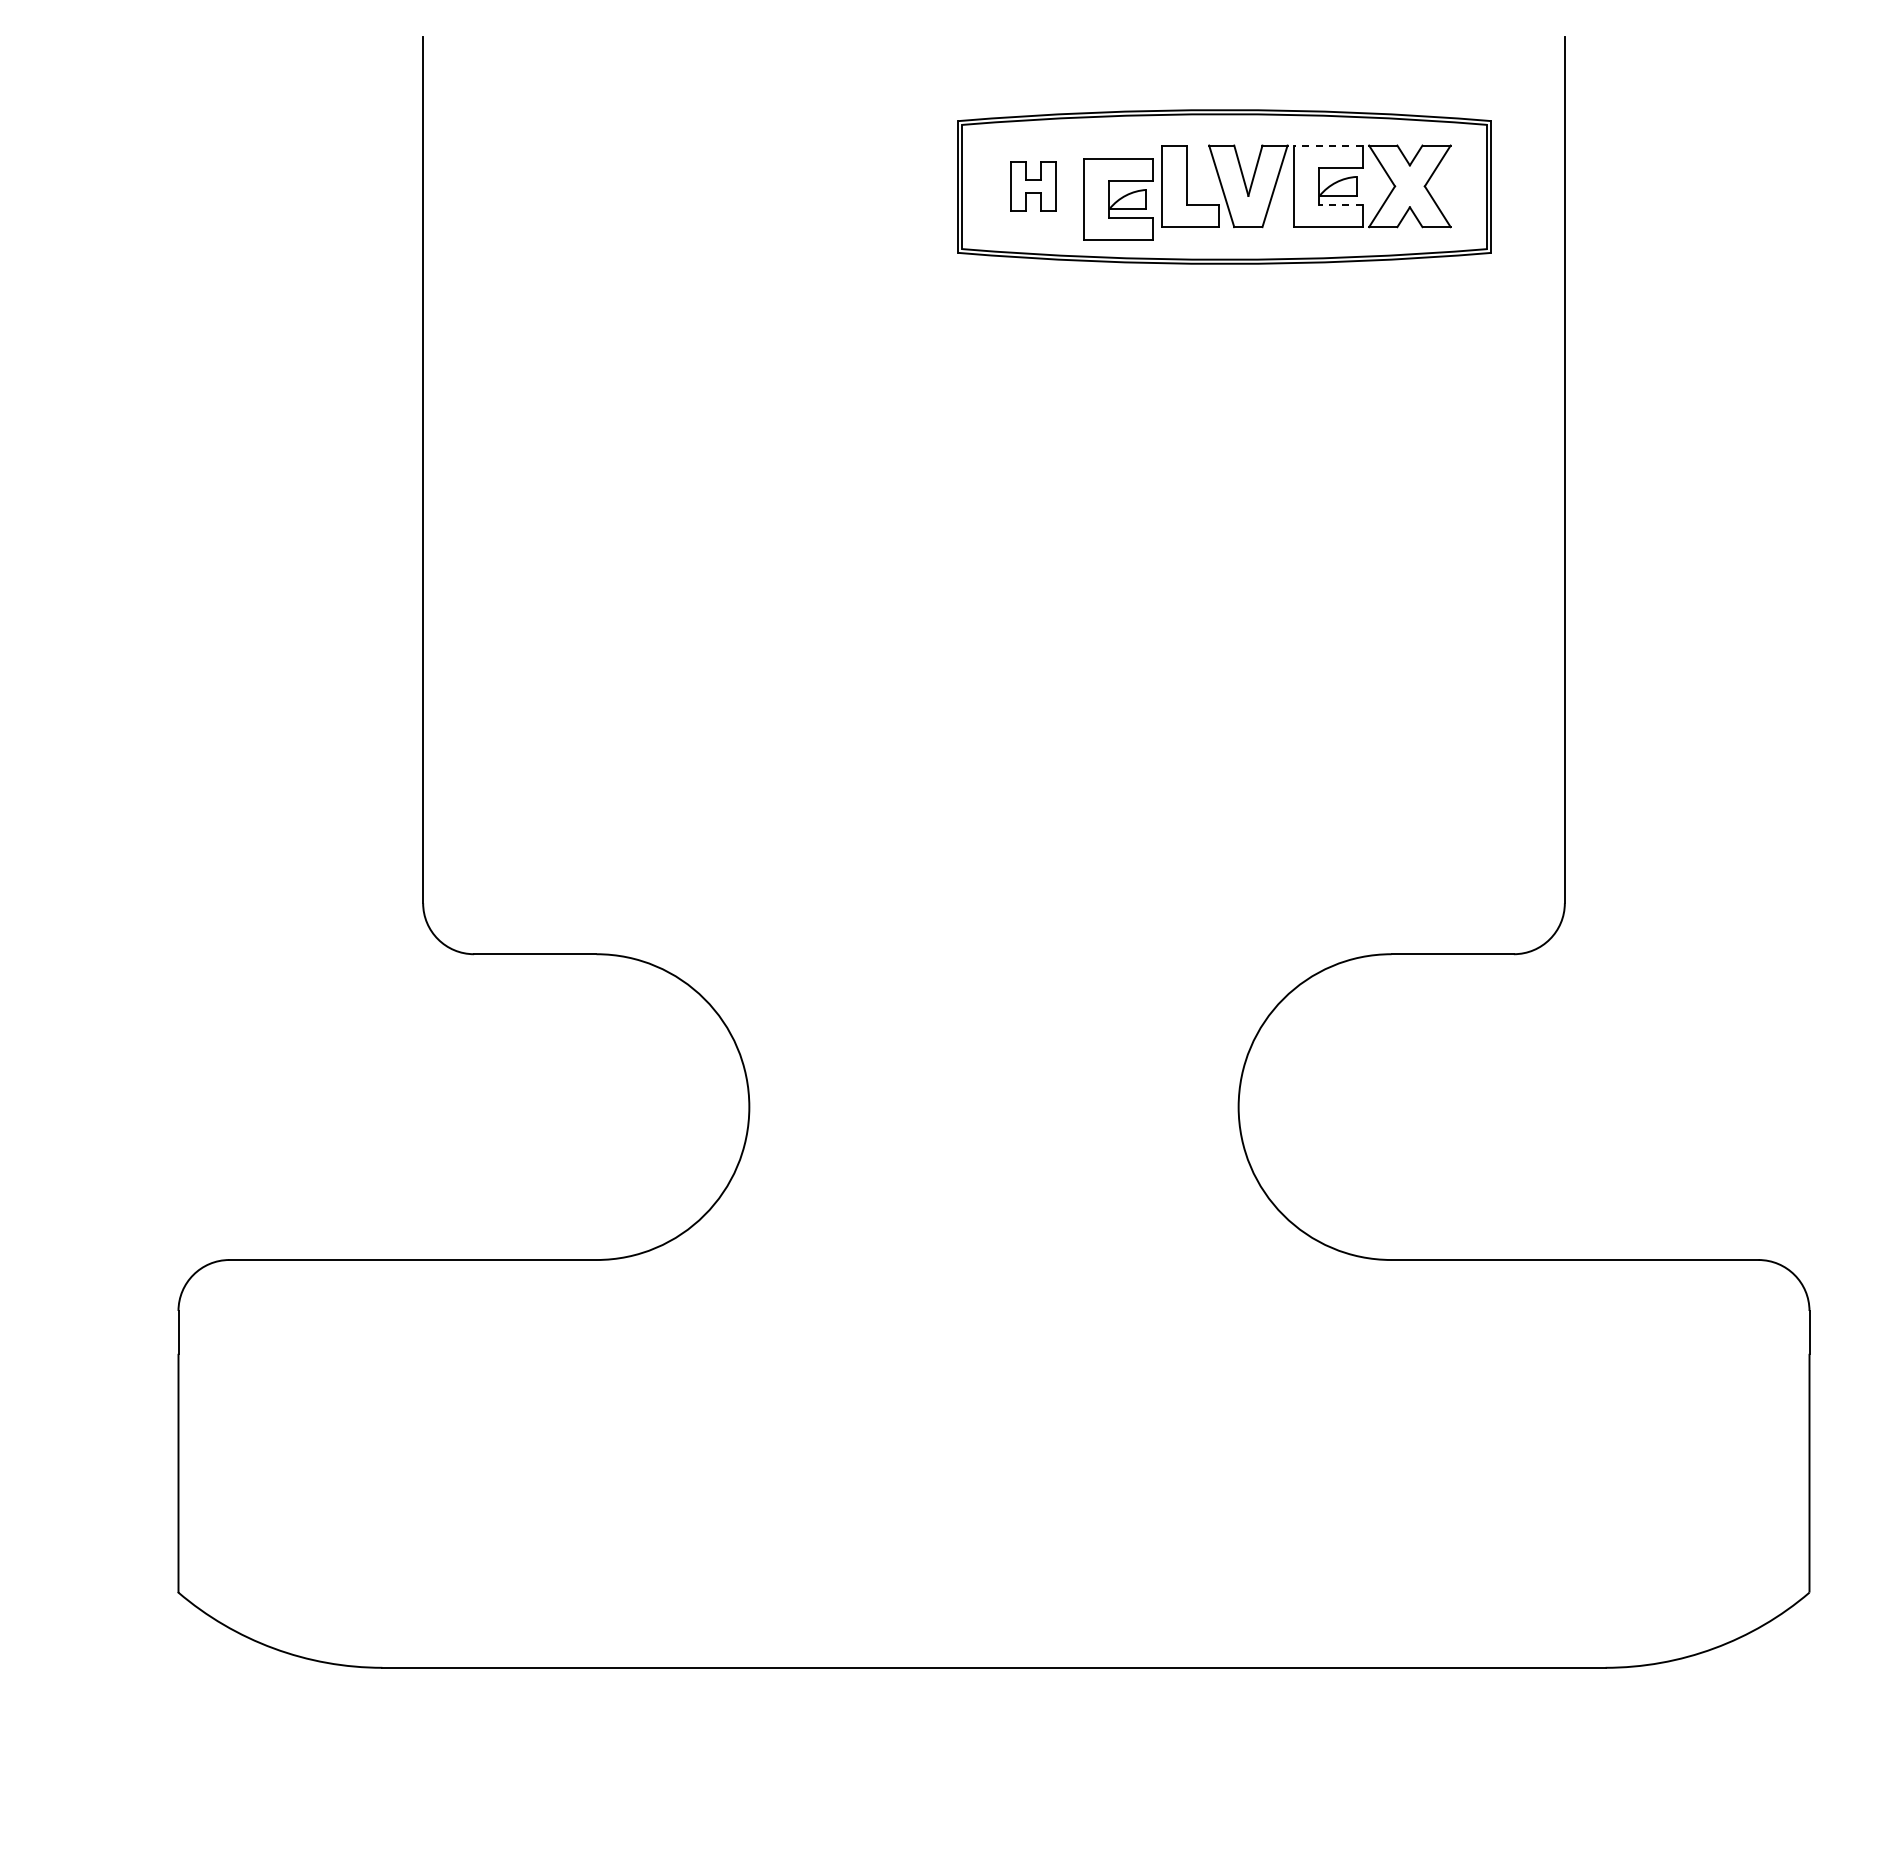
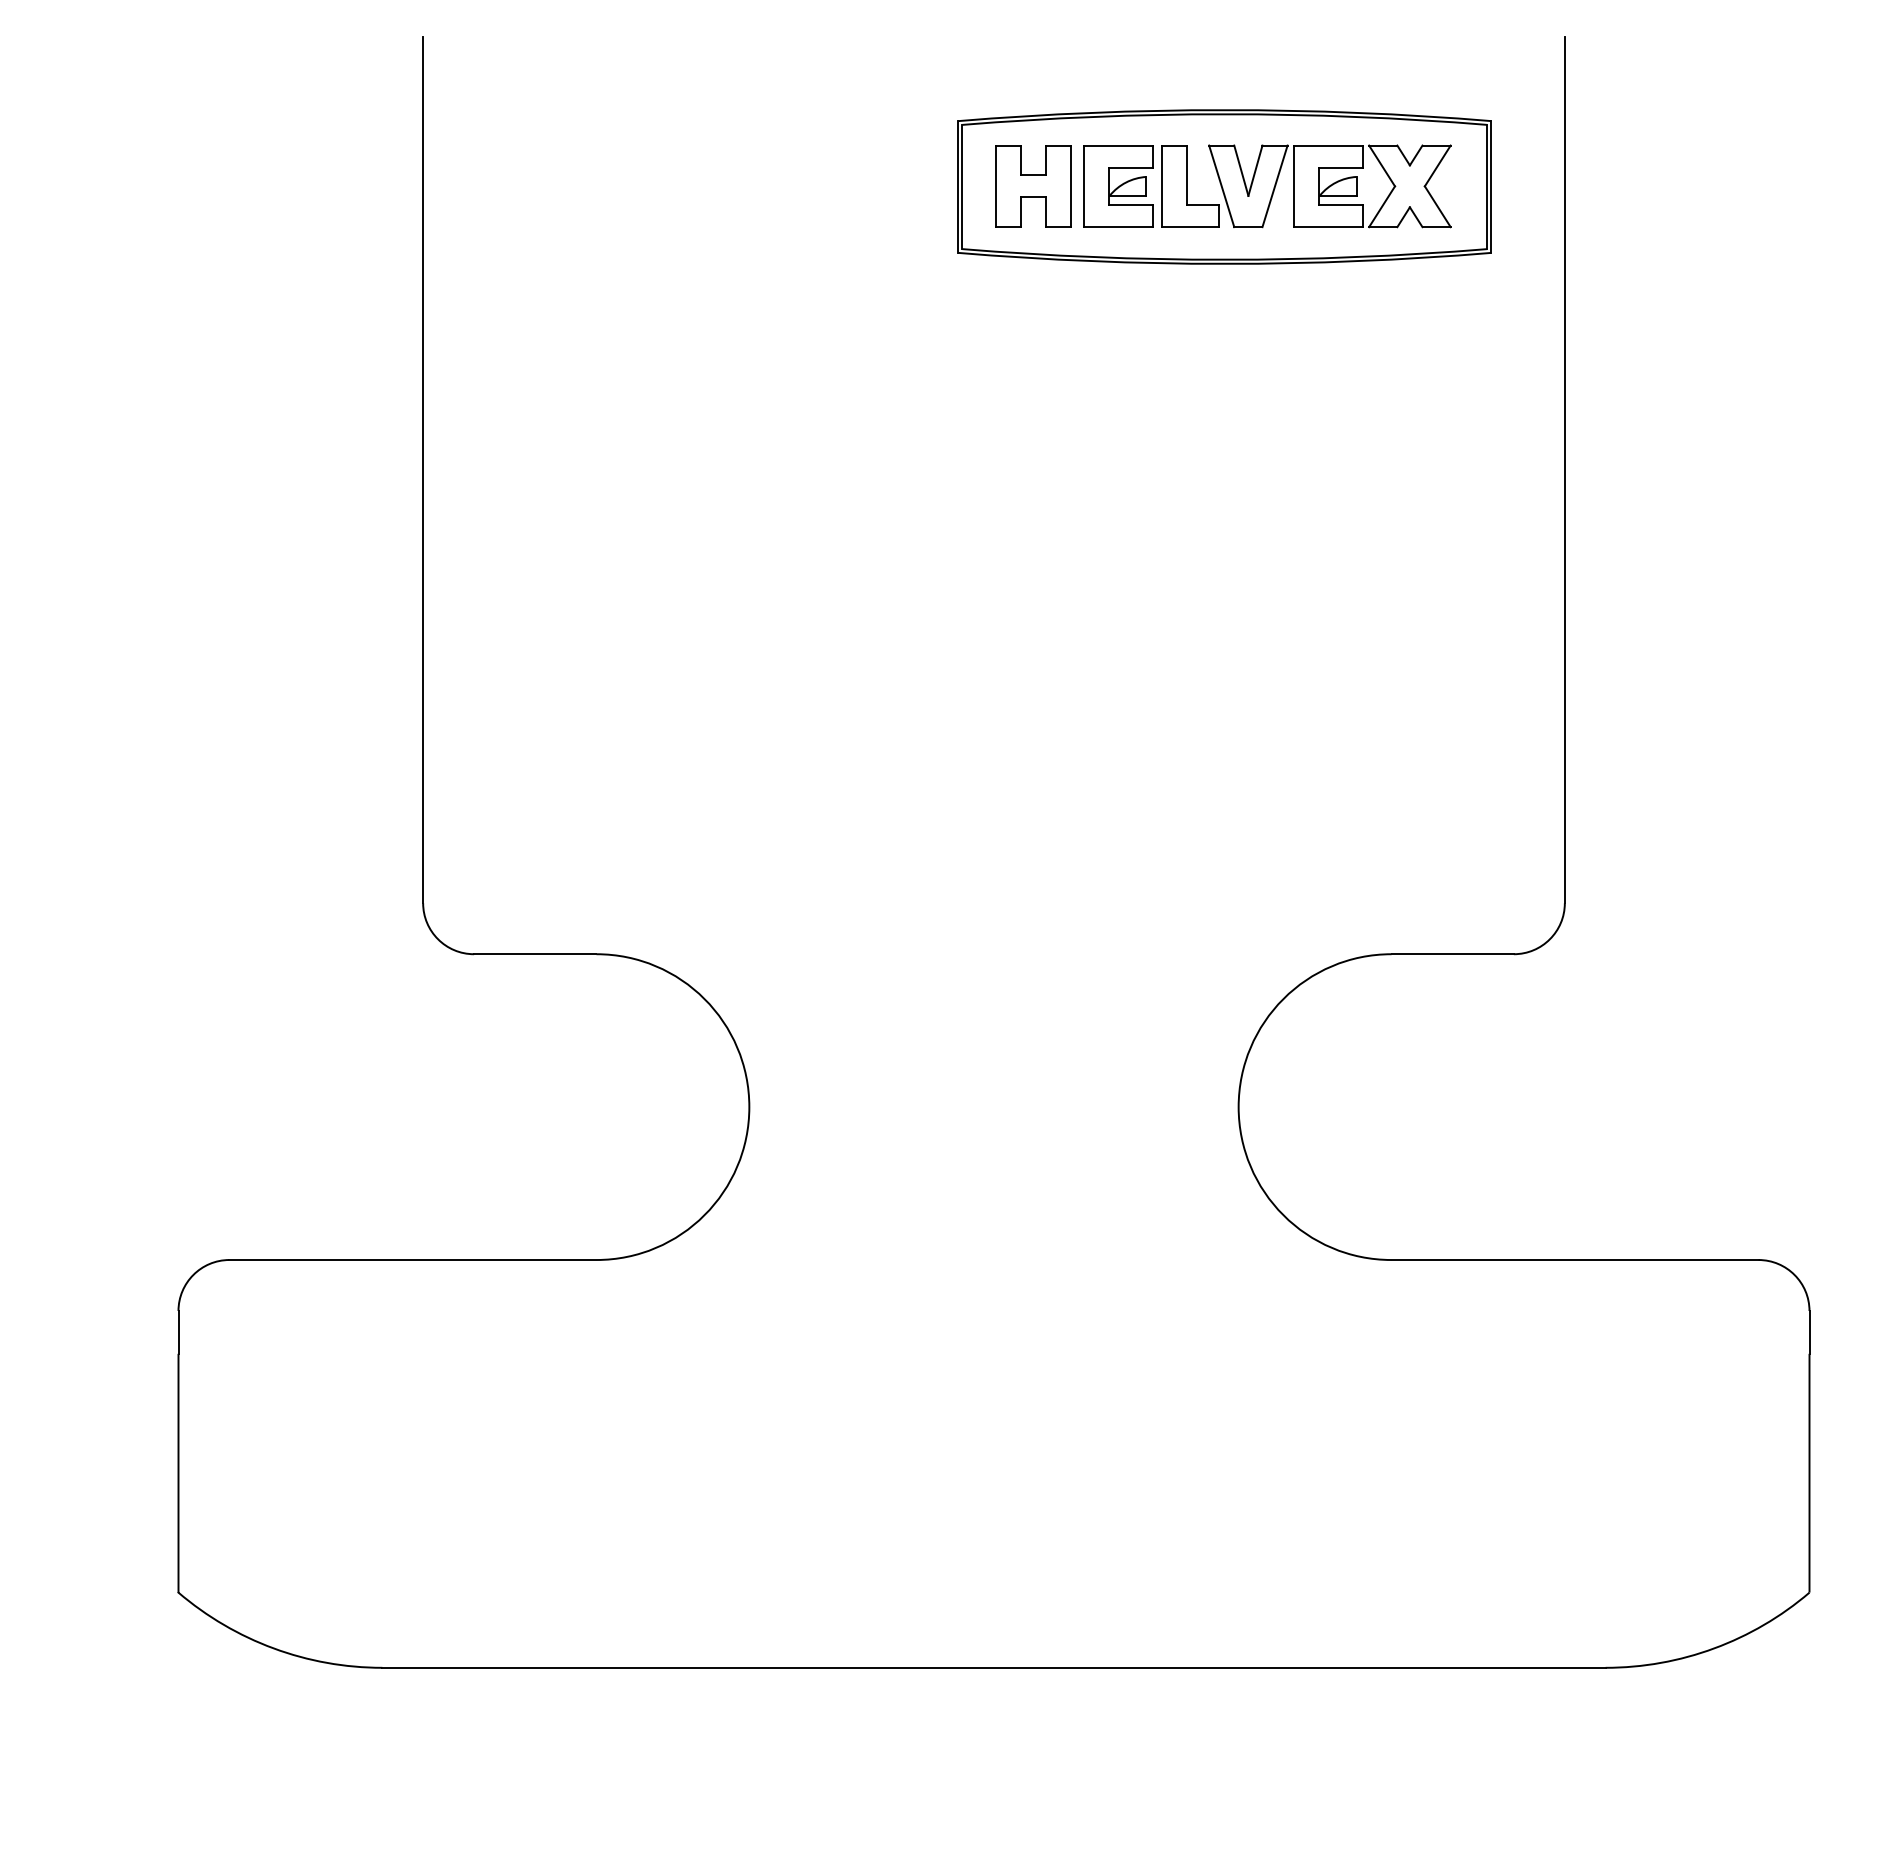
line at (1328, 145): dashed -> solid
part at (1033, 186) size: 47x51 px -> 77x83 px
part at (1118, 199) position: (1118, 199) -> (1118, 186)
line at (1340, 205): dashed -> solid
